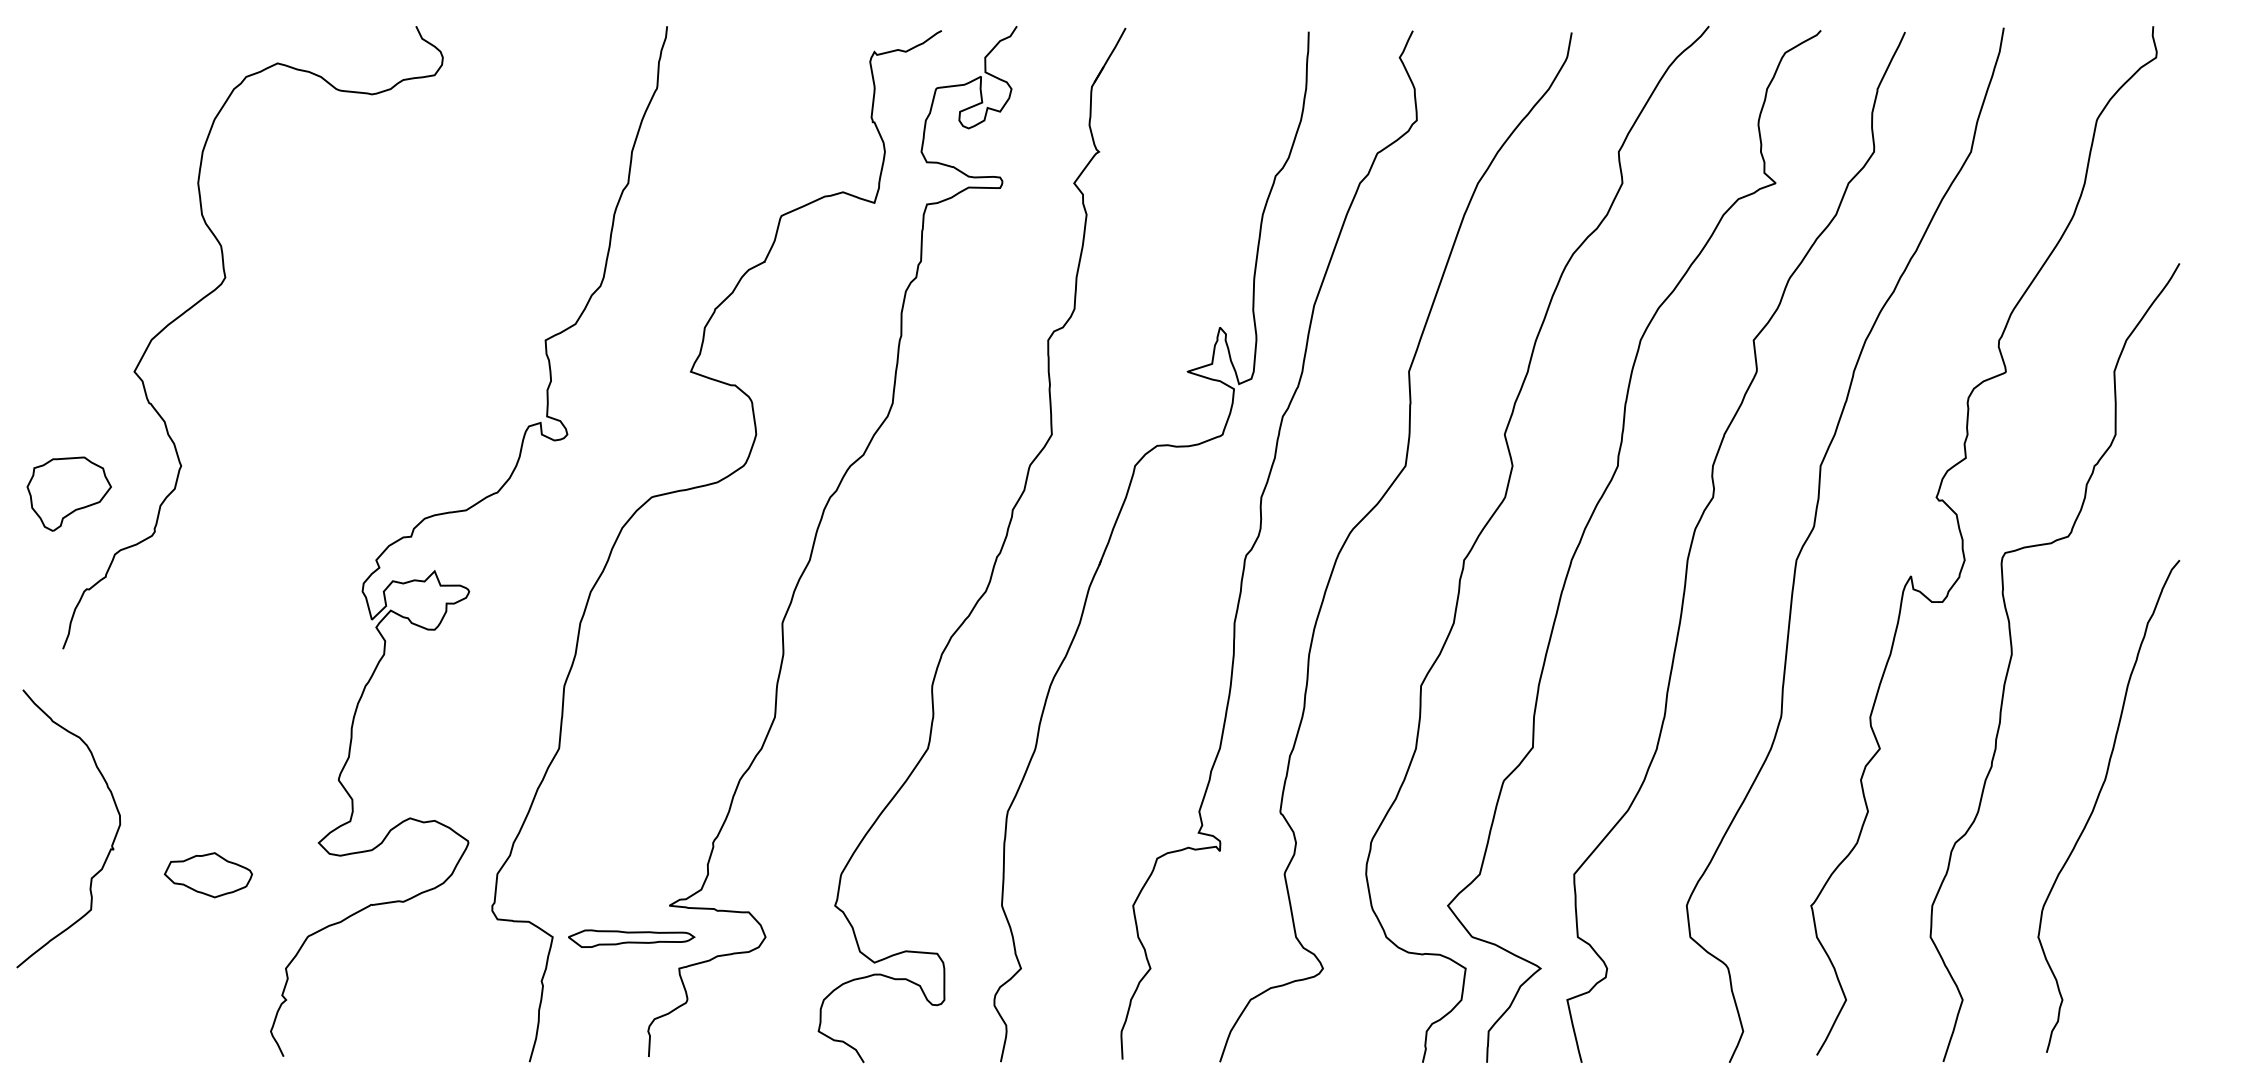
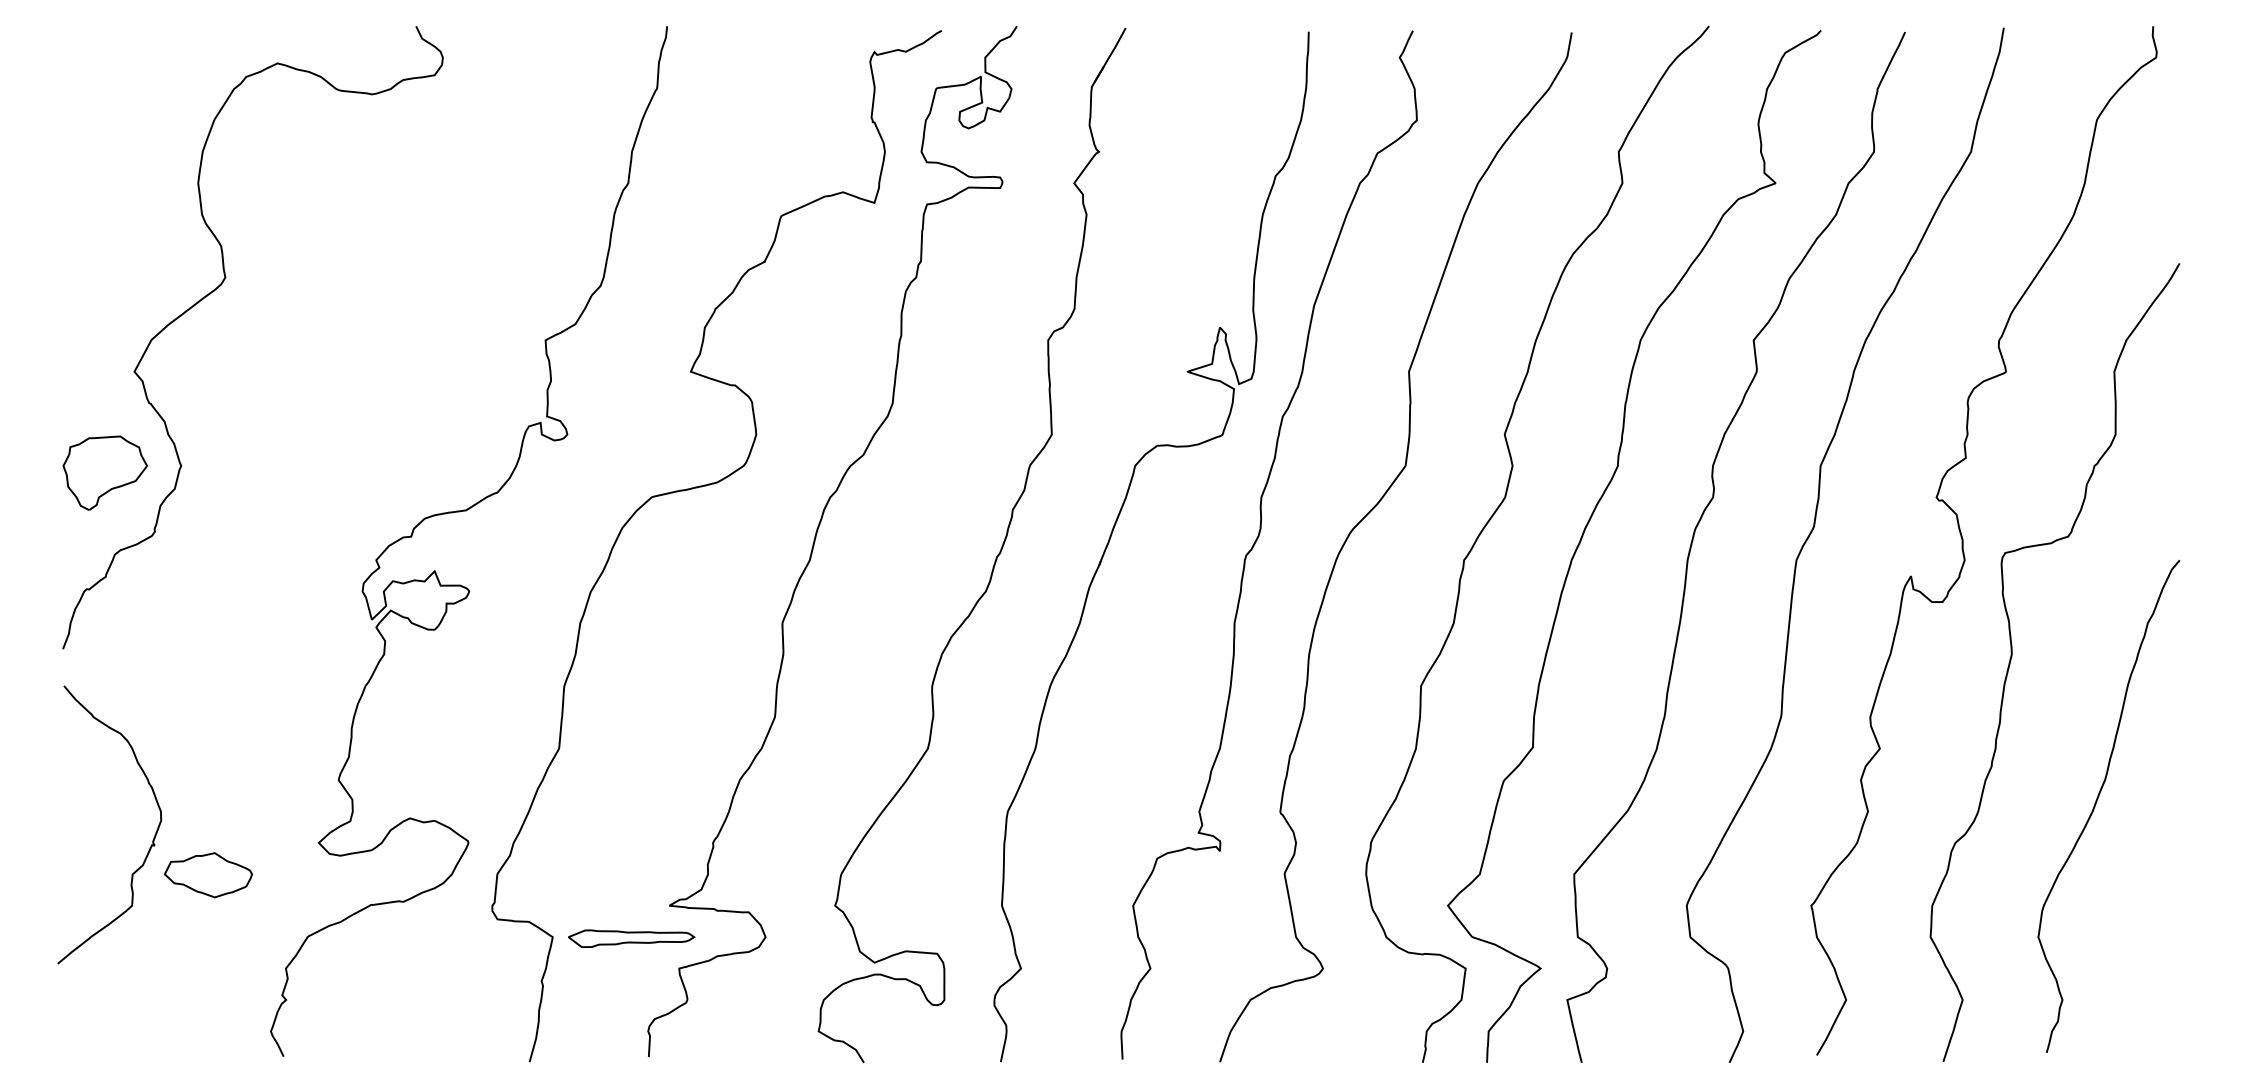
part at (68, 493) position: (68, 493) -> (104, 472)
curve at (112, 841) position: (112, 841) -> (153, 837)
